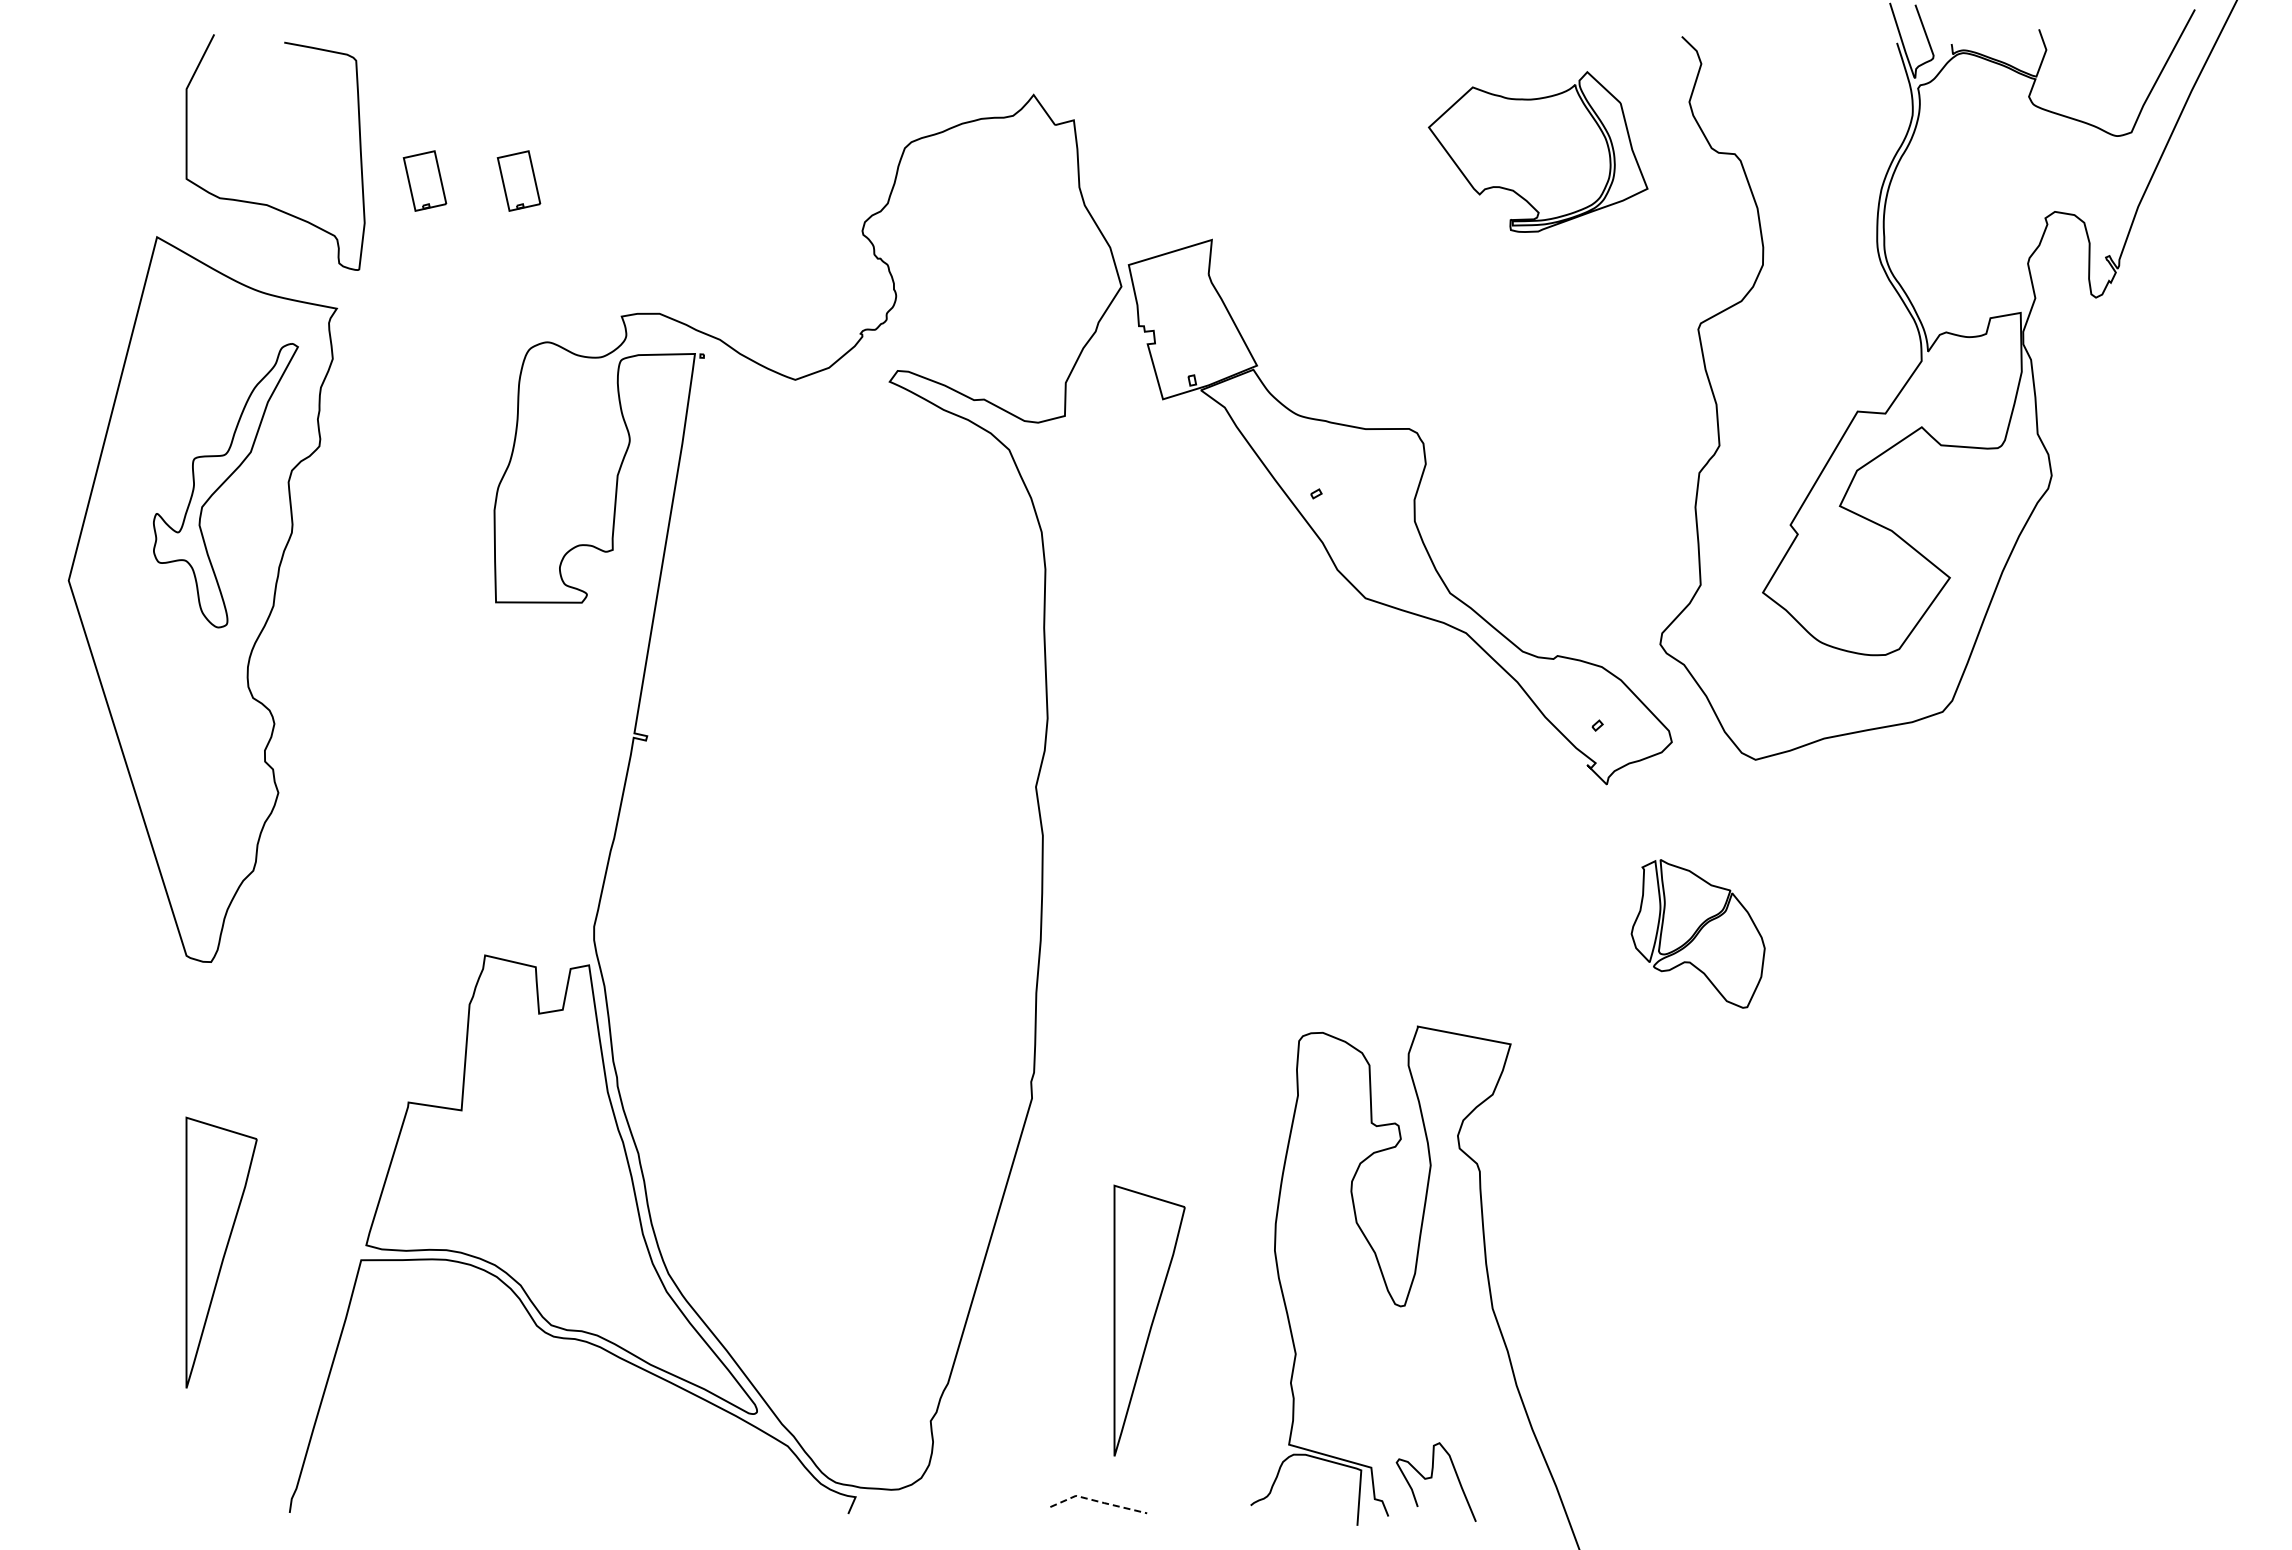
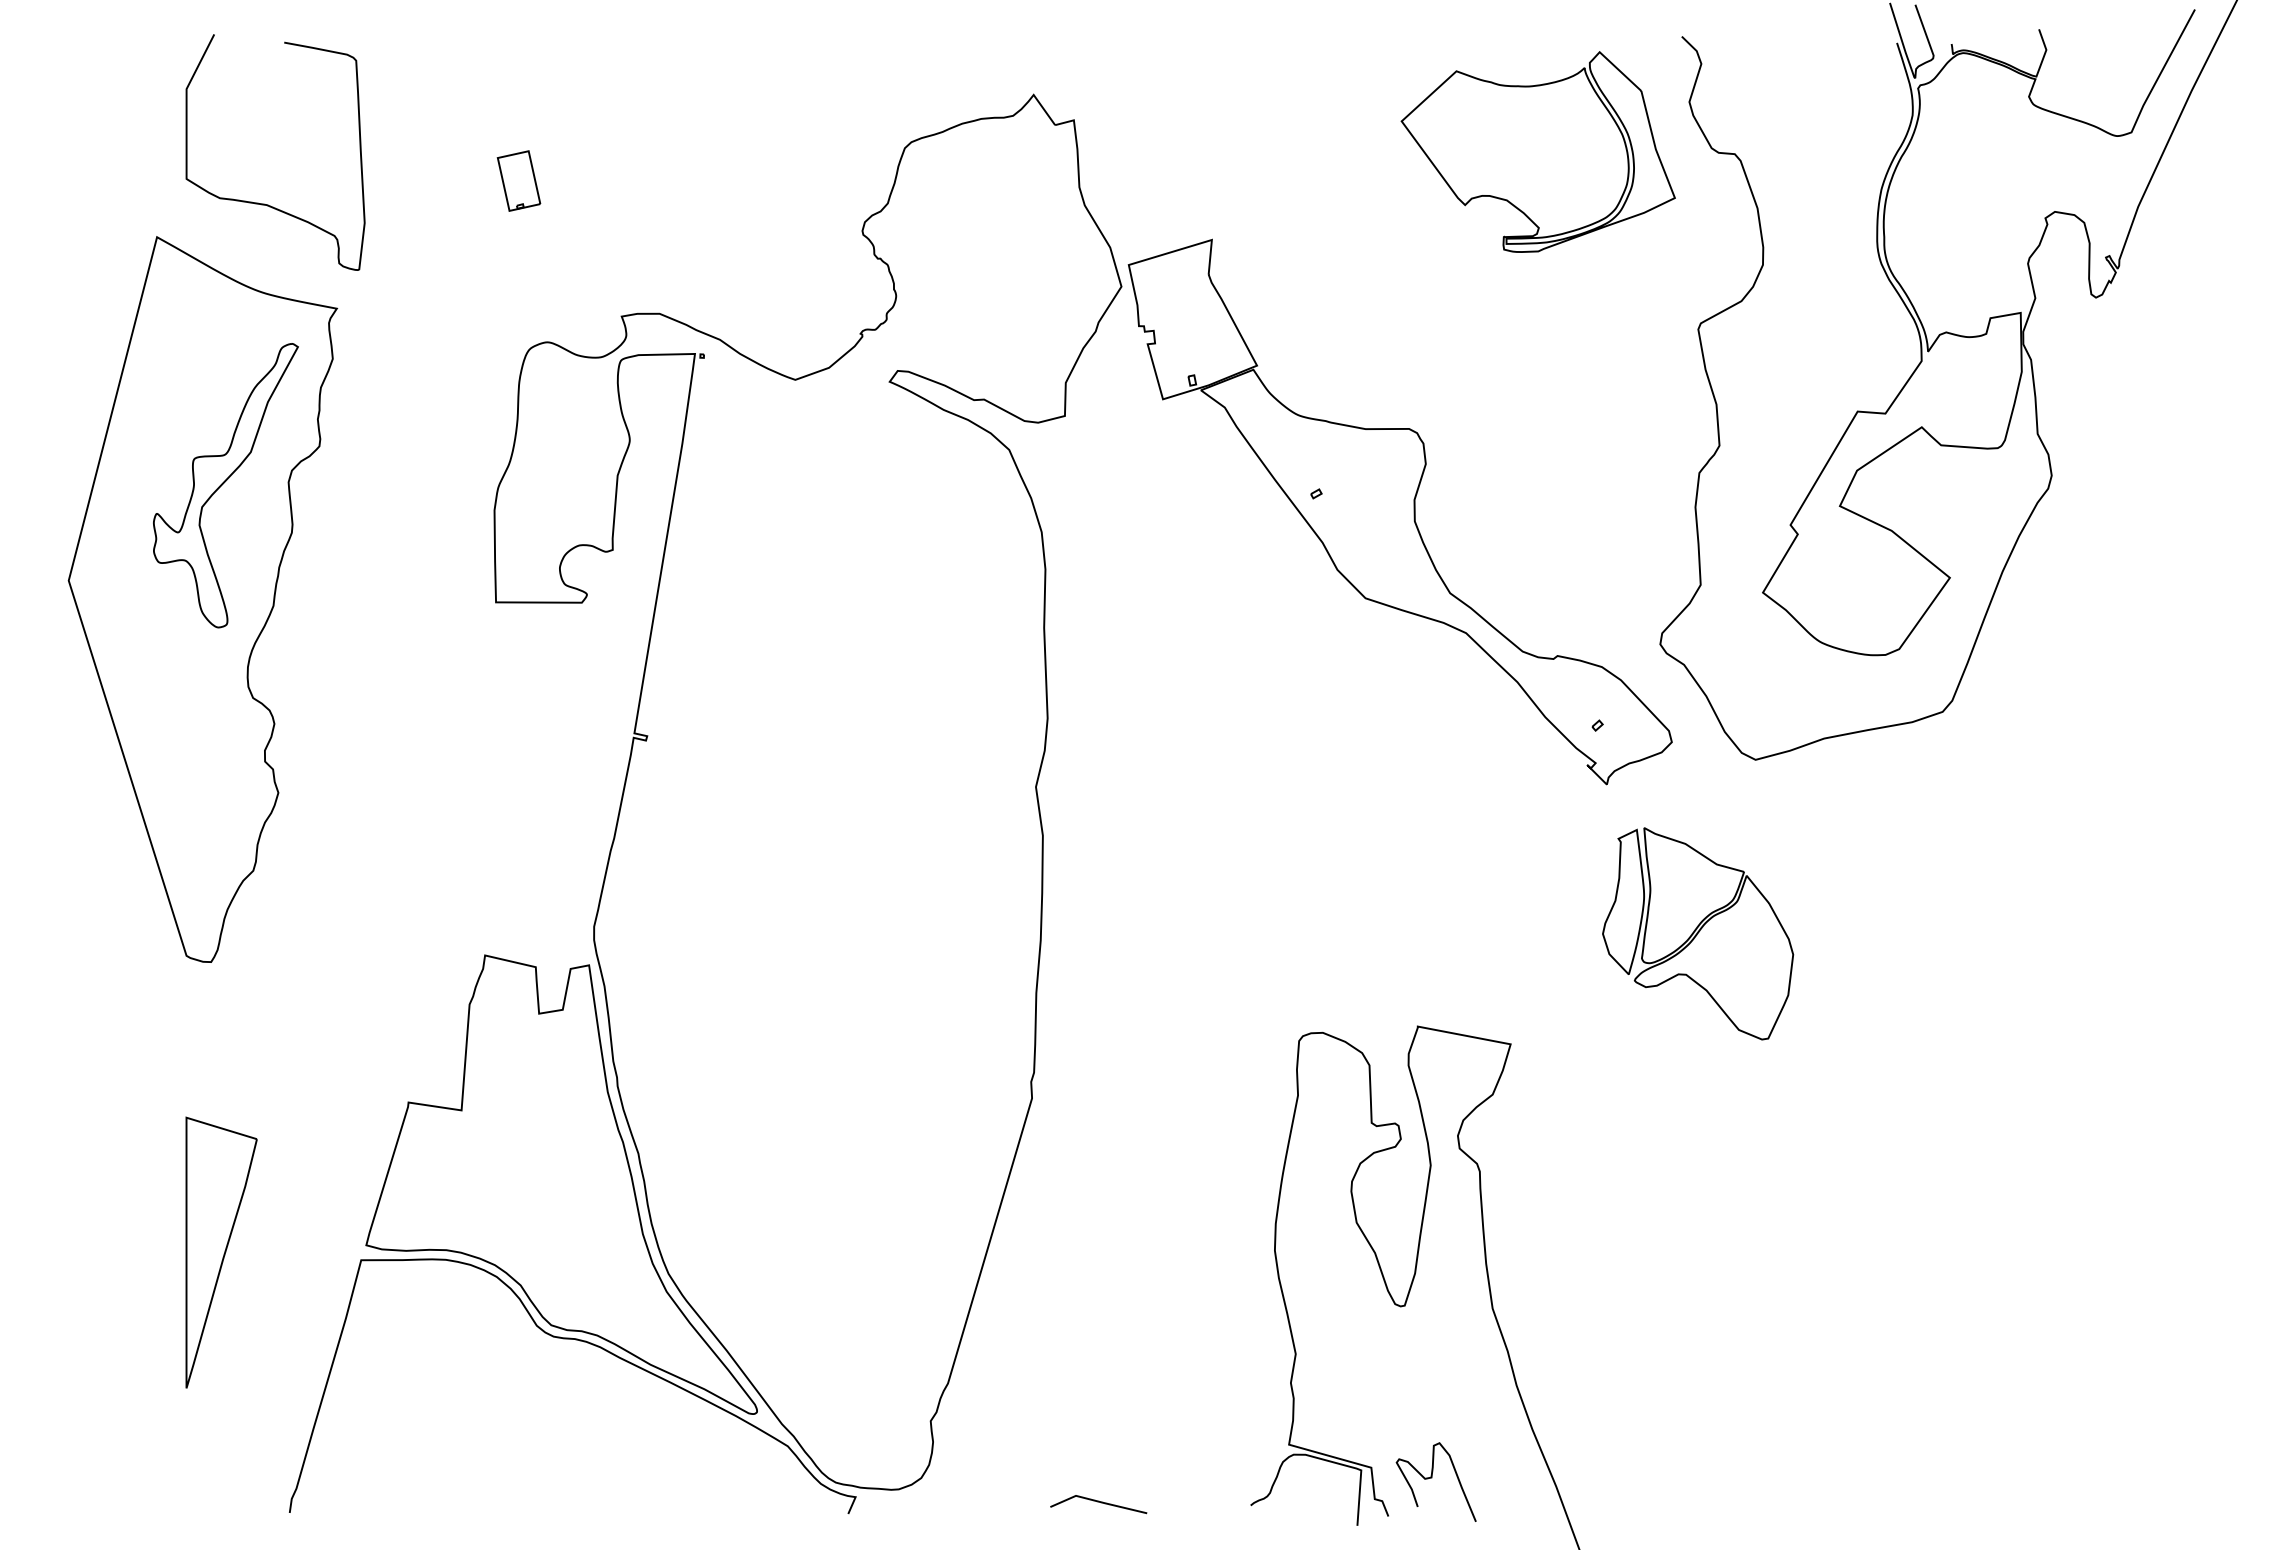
part at (1538, 151) size: 221x162 px -> 276x202 px
part at (424, 180): present -> none
part at (1697, 933) size: 136x150 px -> 193x214 px
part at (1149, 1320): present -> none
line at (1097, 1501): dashed -> solid
